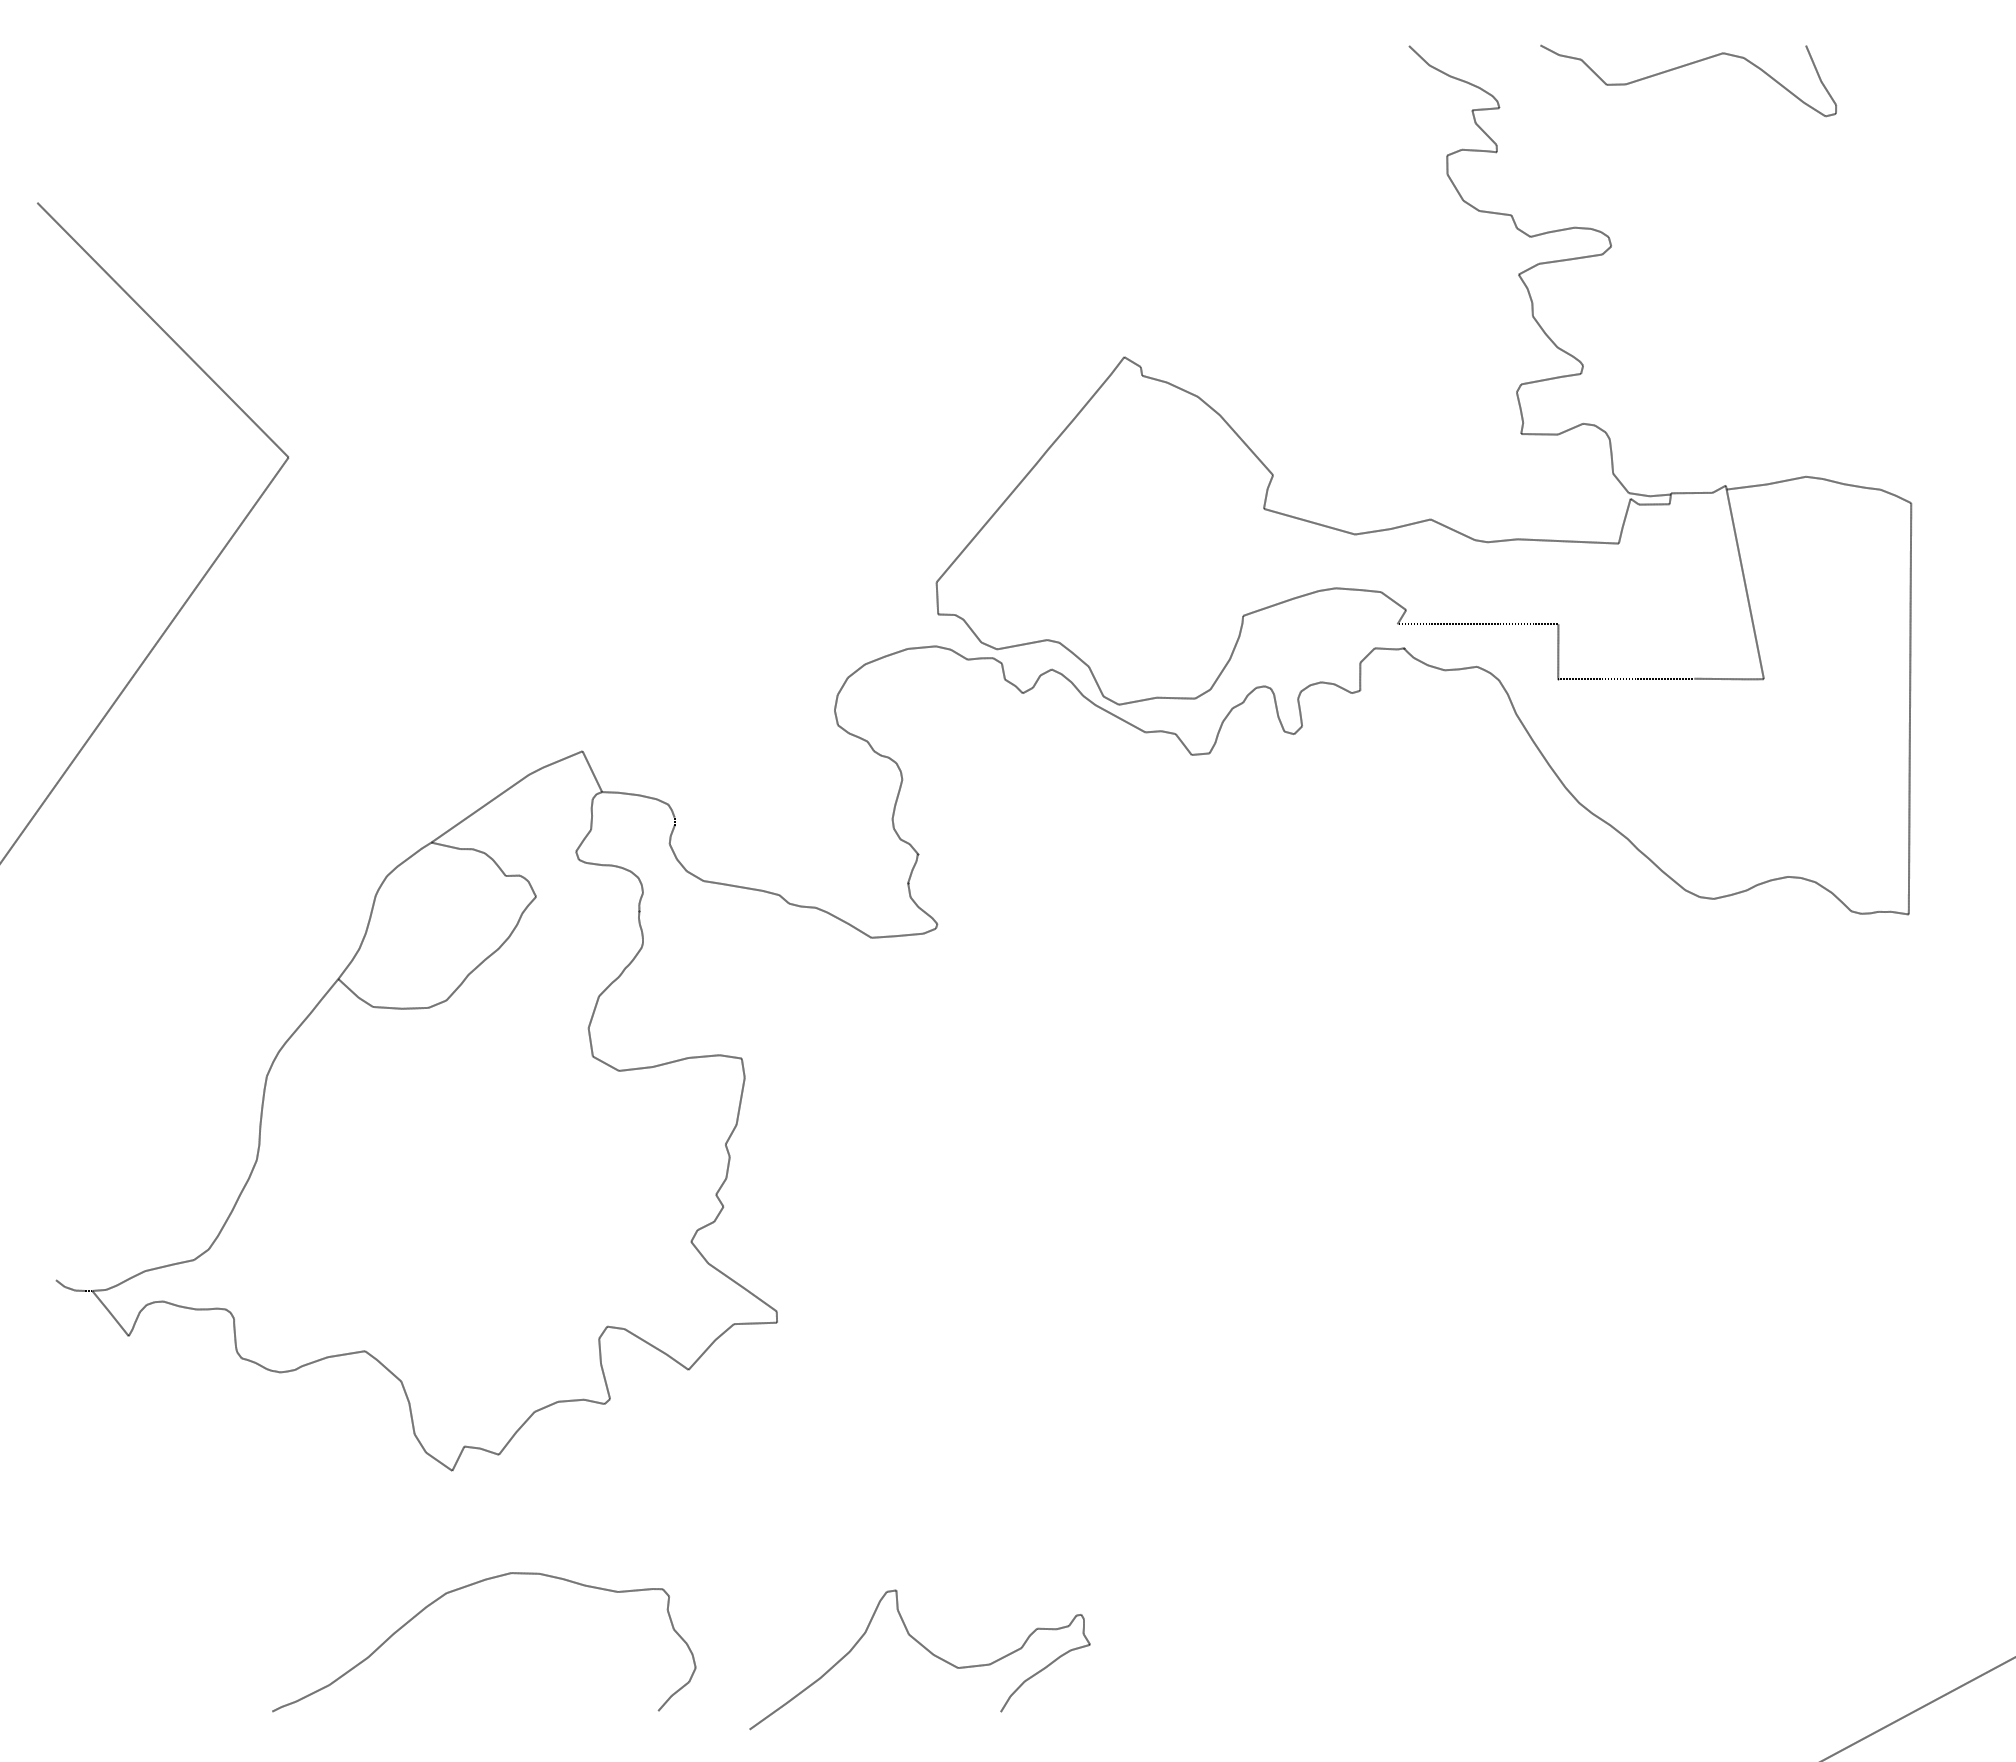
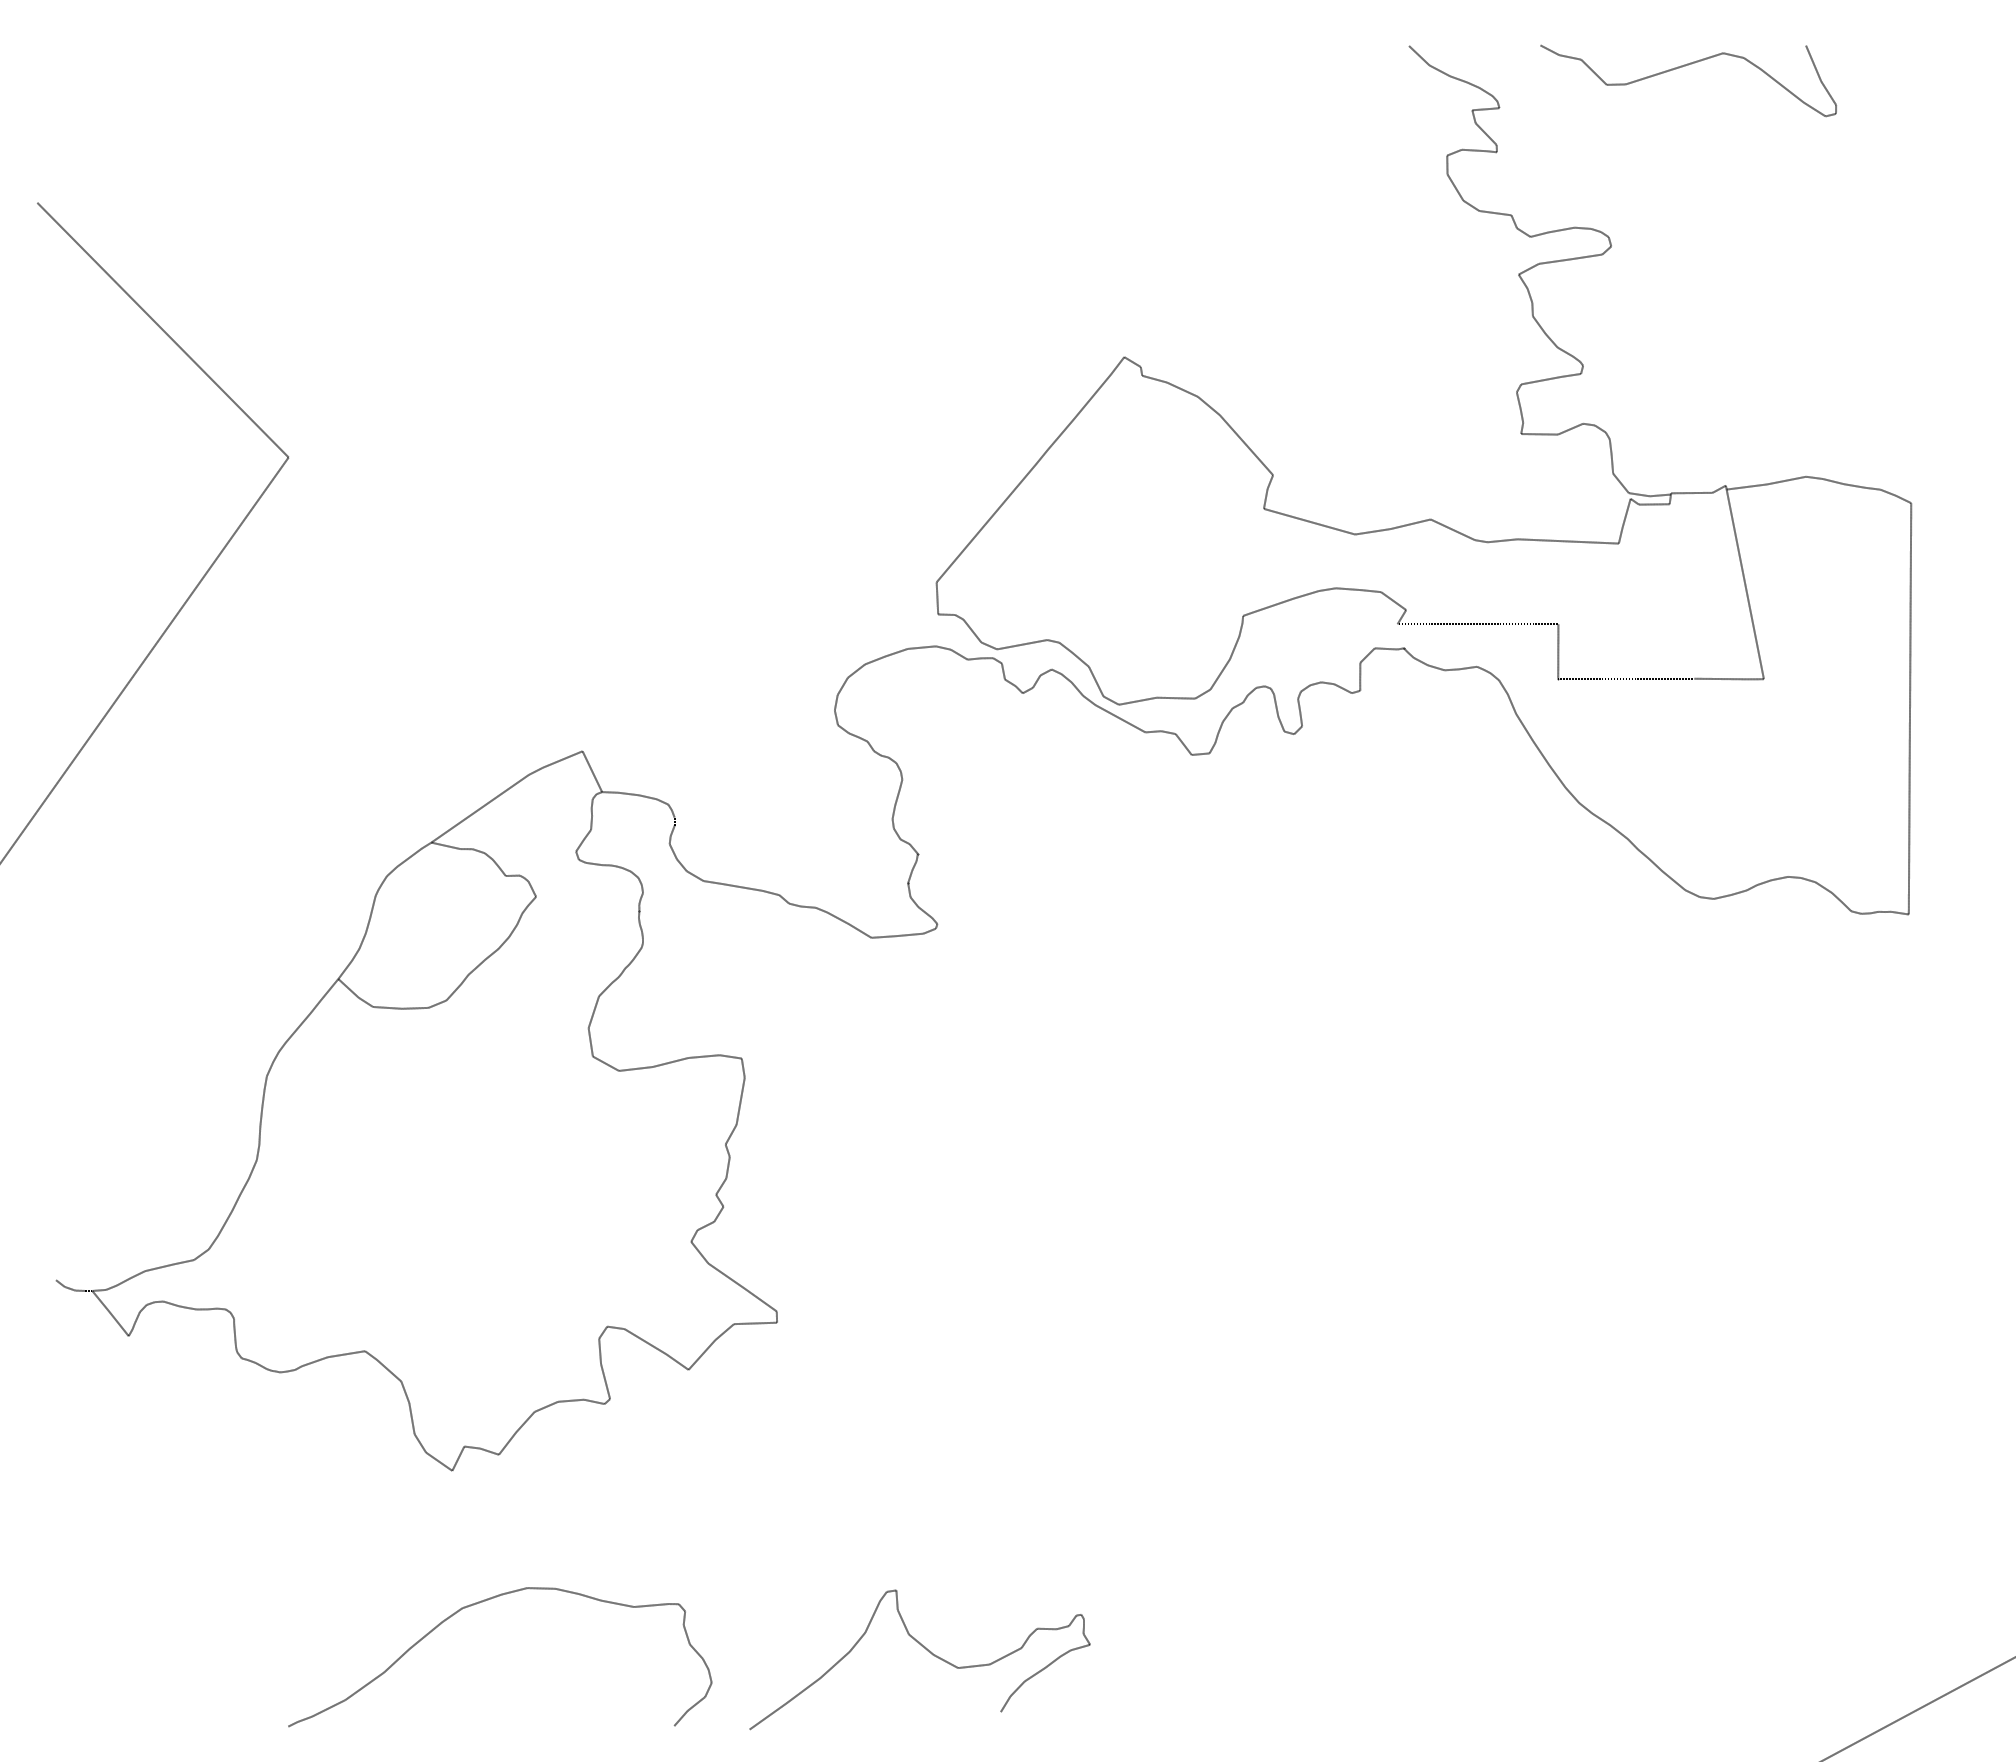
part at (466, 1587) position: (466, 1587) -> (482, 1602)
